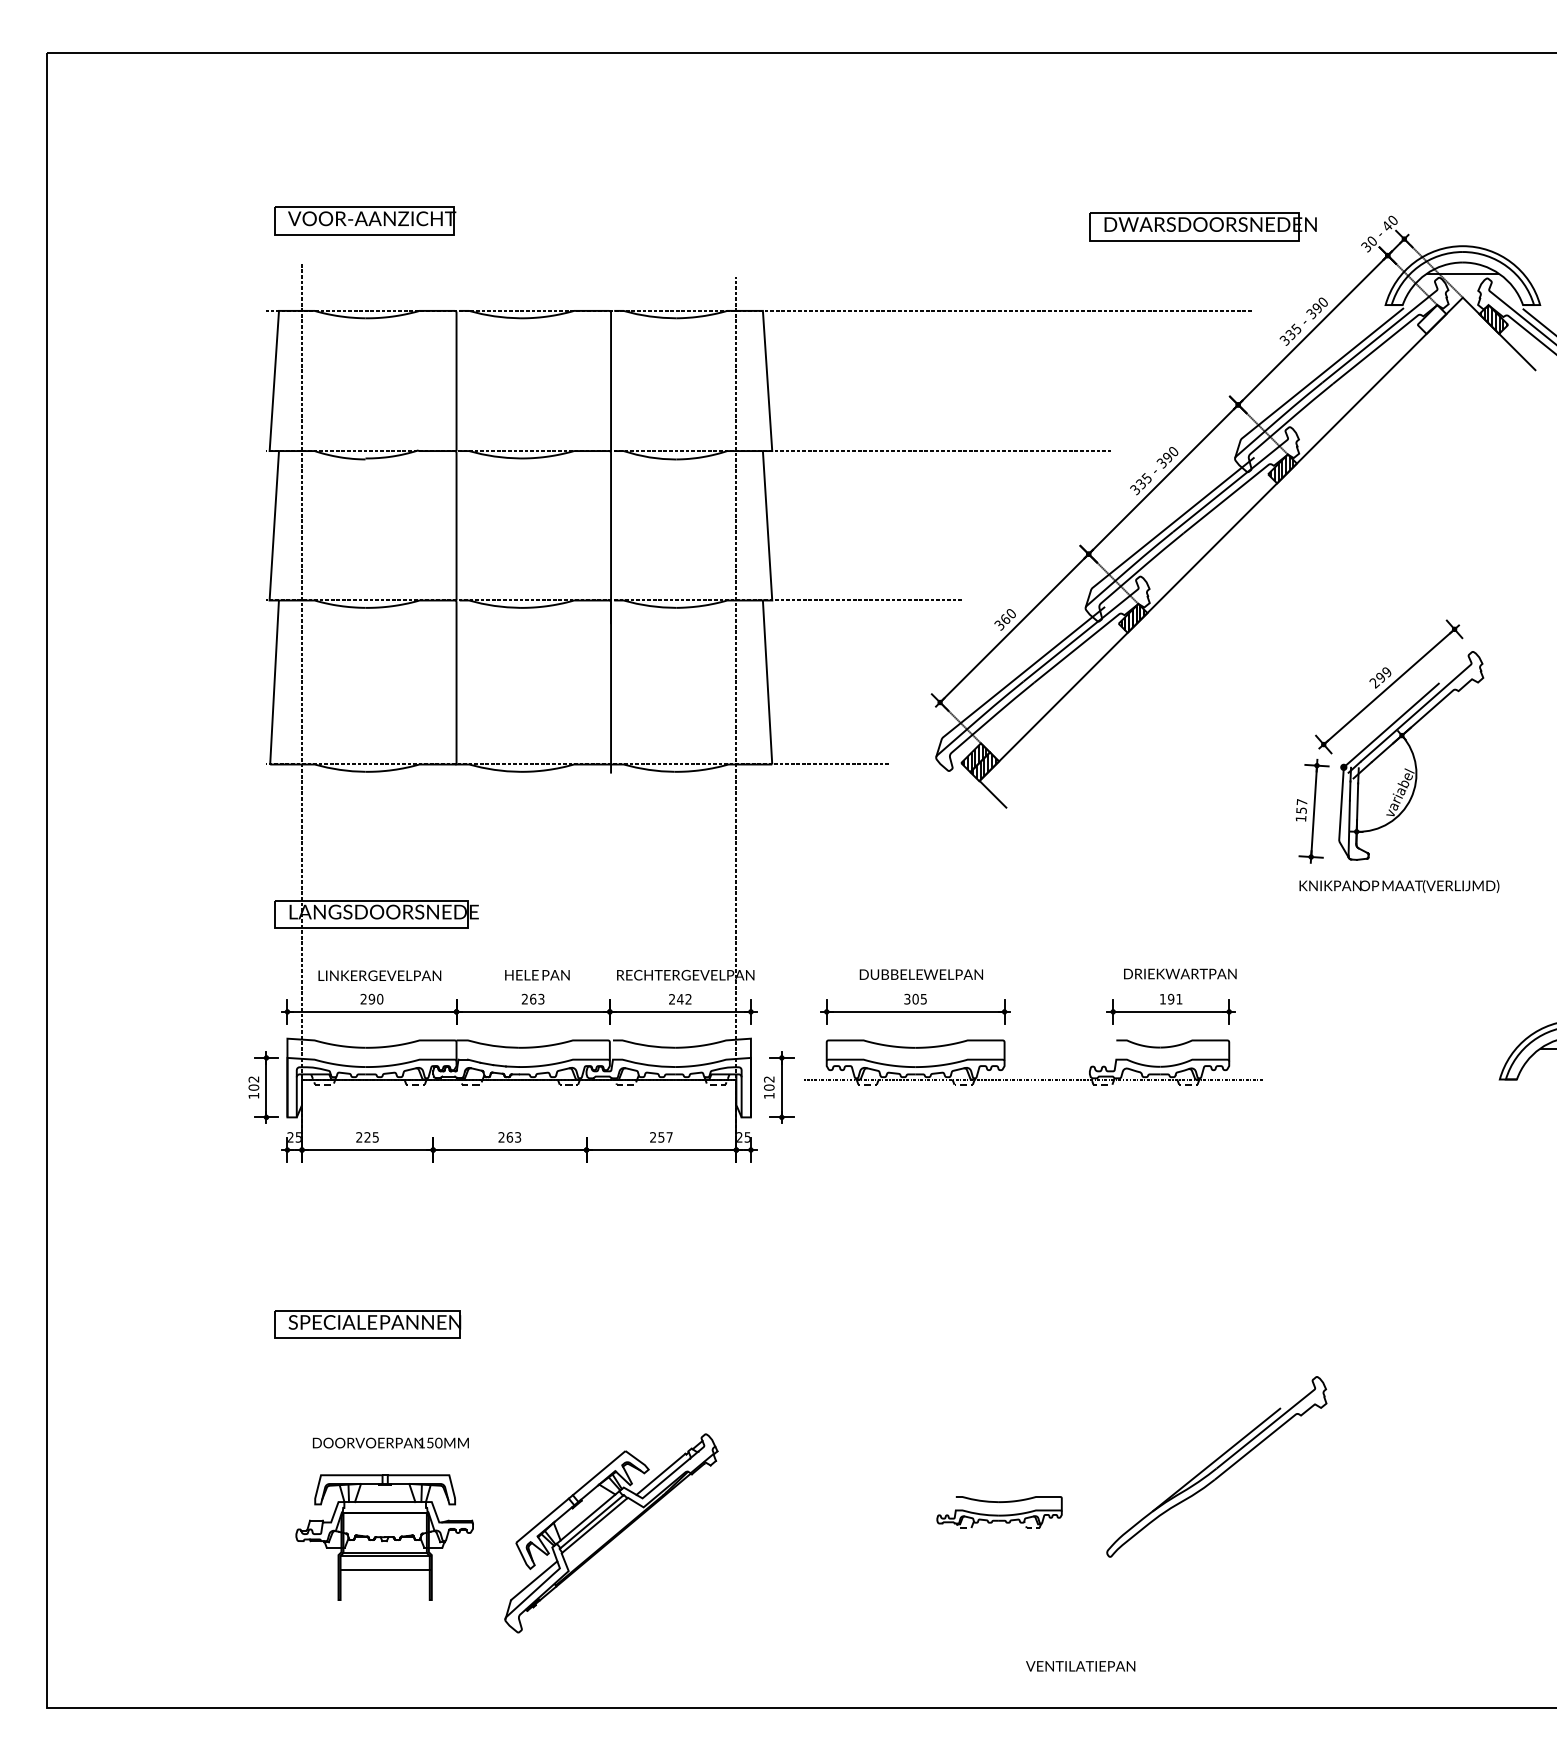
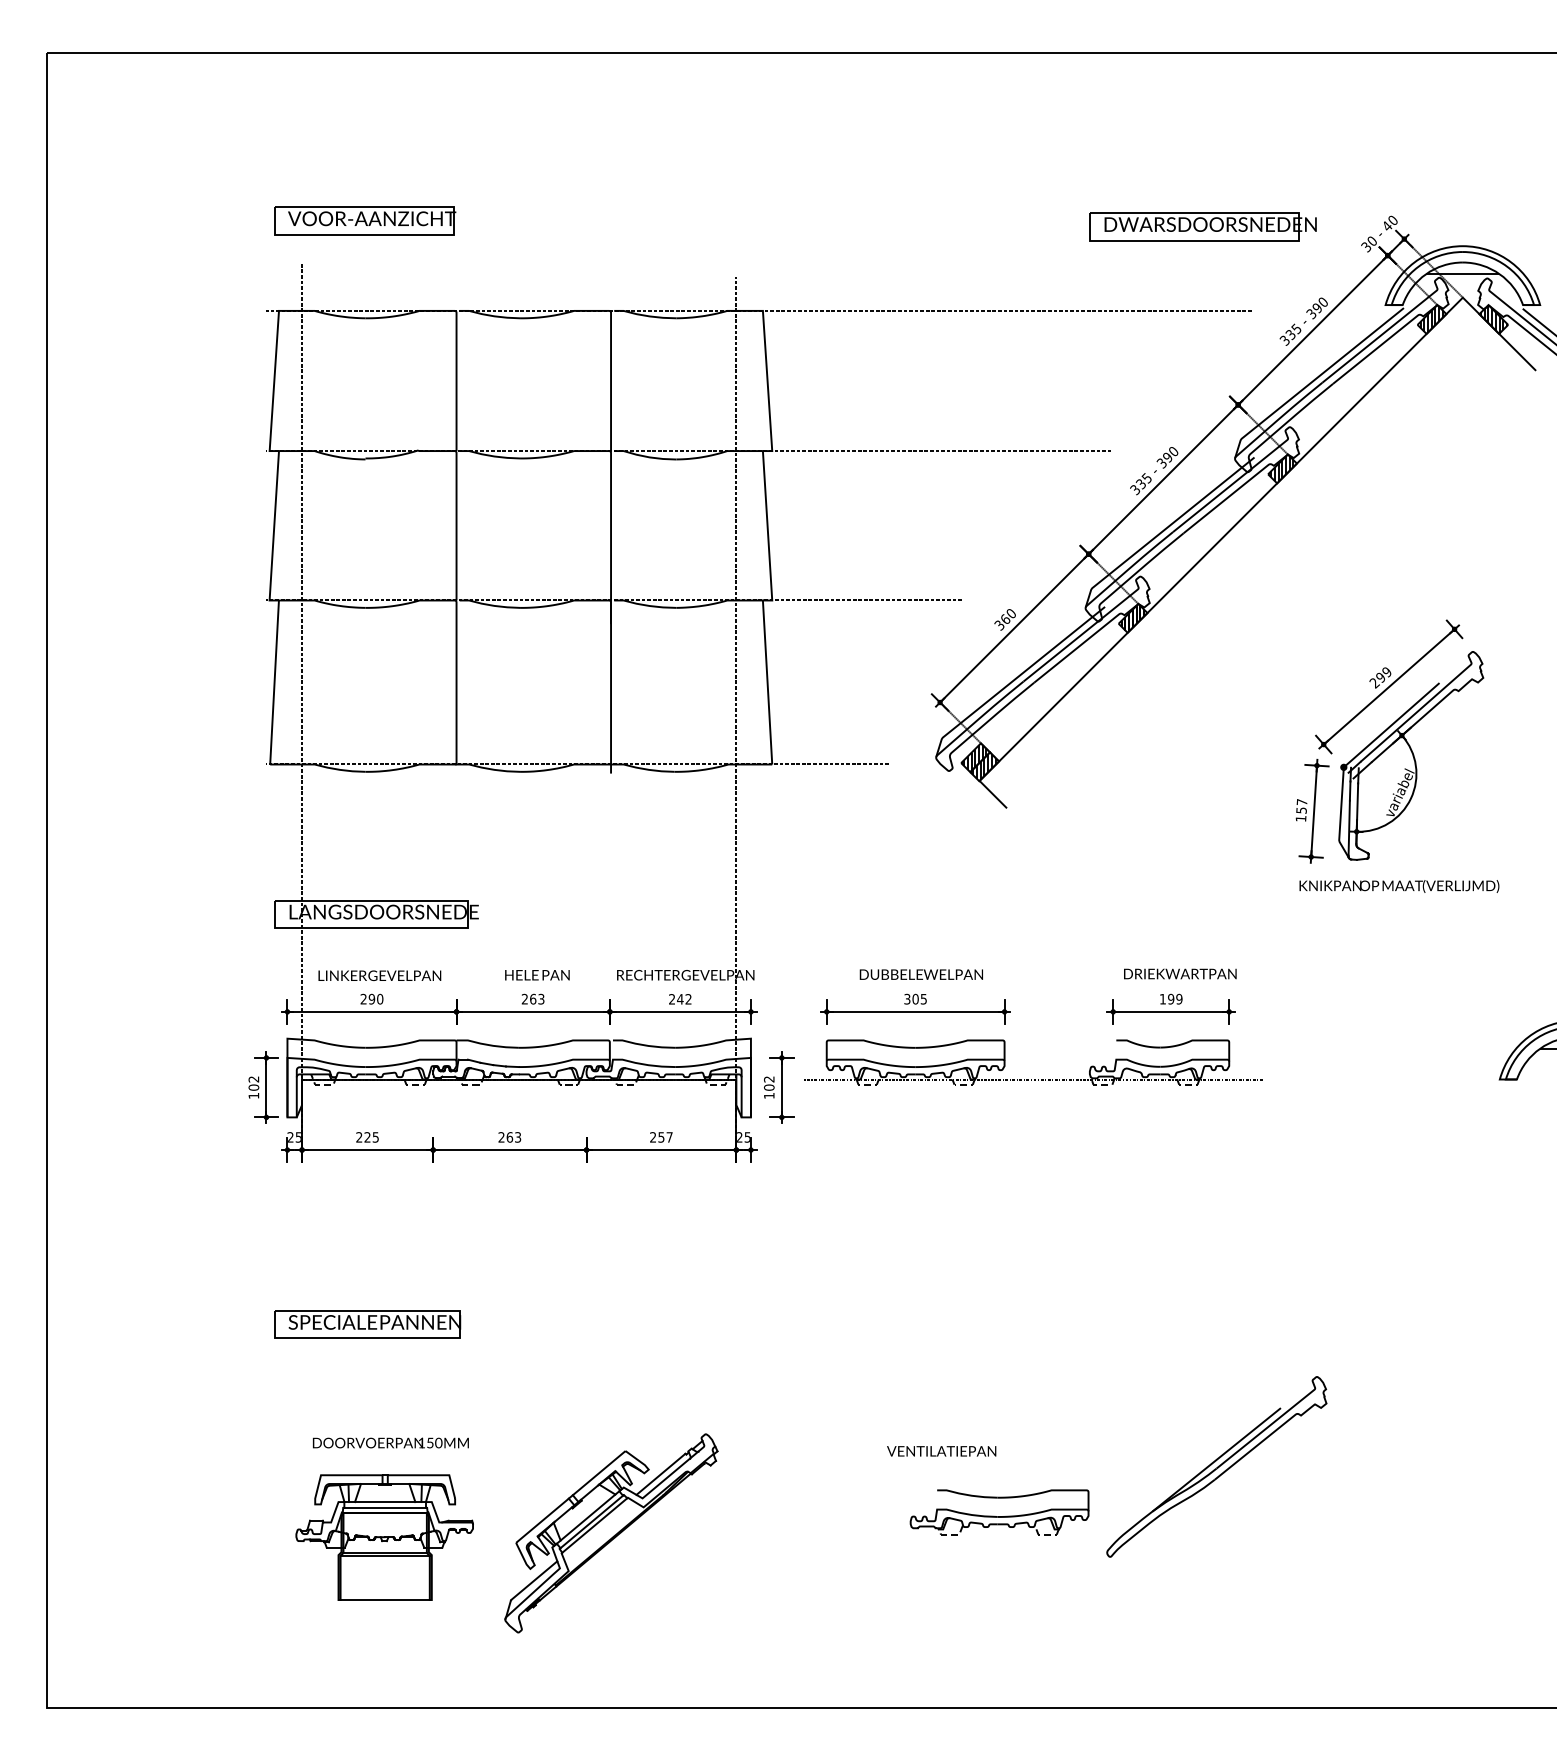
hatch at (1431, 319): none -> present
text at (1179, 998): 191 -> 199
line at (384, 1507): none -> present
part at (999, 1512) size: 127x33 px -> 181x47 px
line at (384, 1570) position: (384, 1570) -> (384, 1600)
text at (1080, 1666) position: (1080, 1666) -> (941, 1451)
